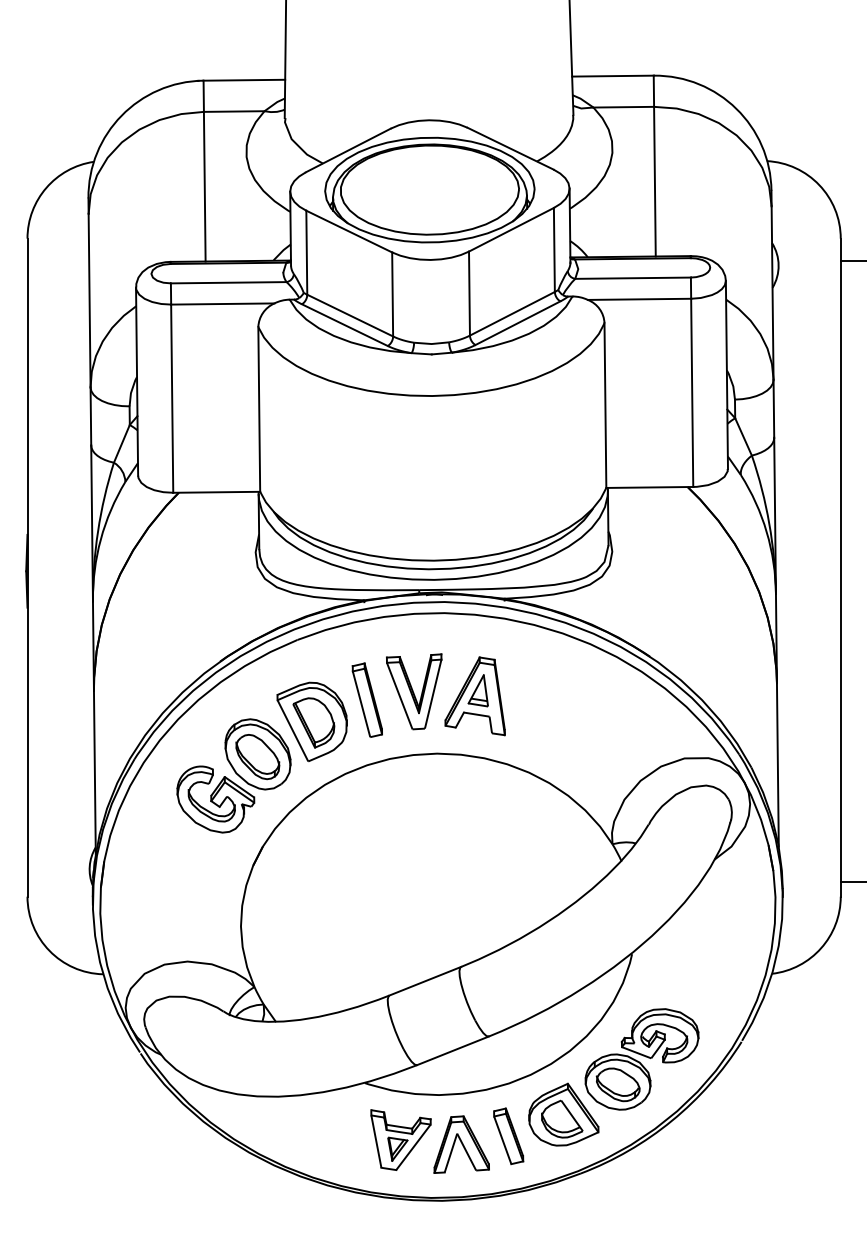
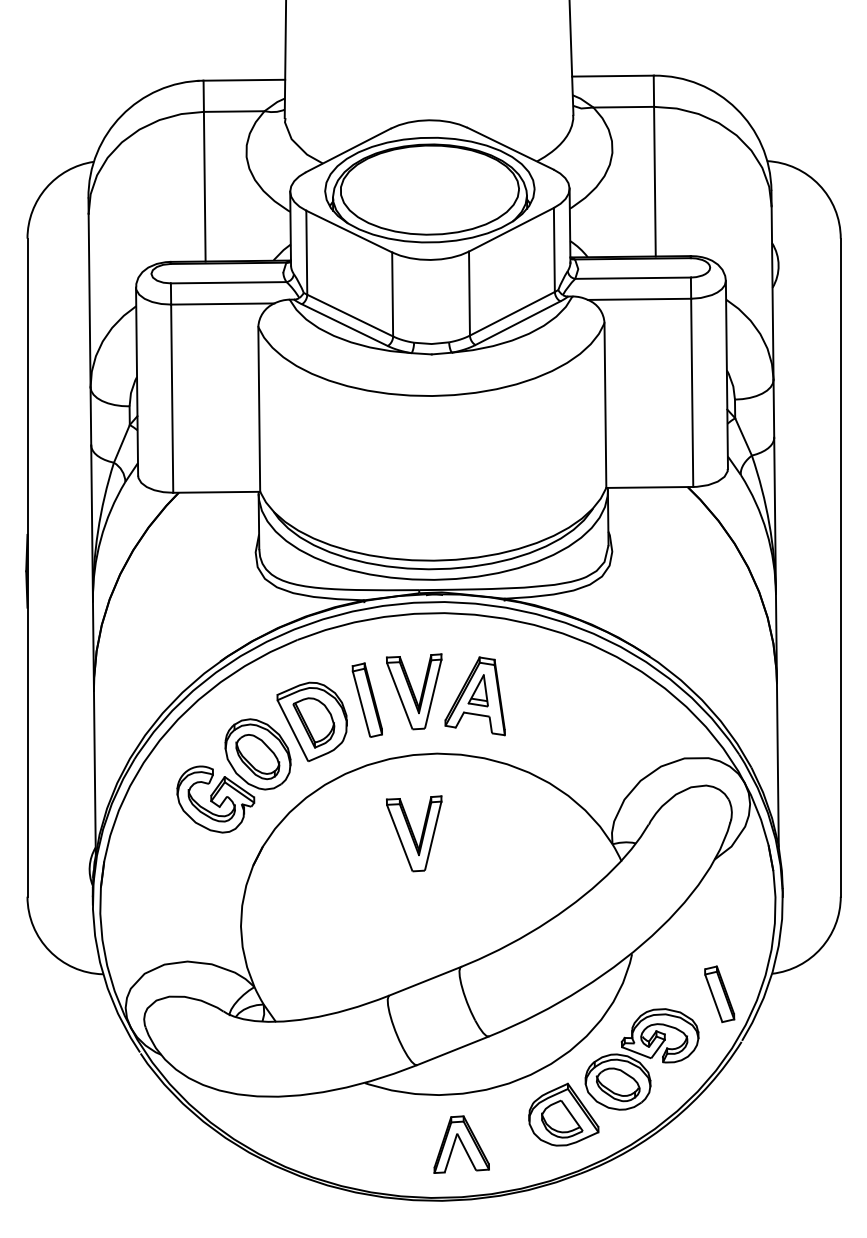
line at (851, 260): present -> none
part at (414, 833): none -> present
line at (851, 881): present -> none
part at (508, 1135) position: (508, 1135) -> (719, 993)
part at (400, 1139): present -> none
